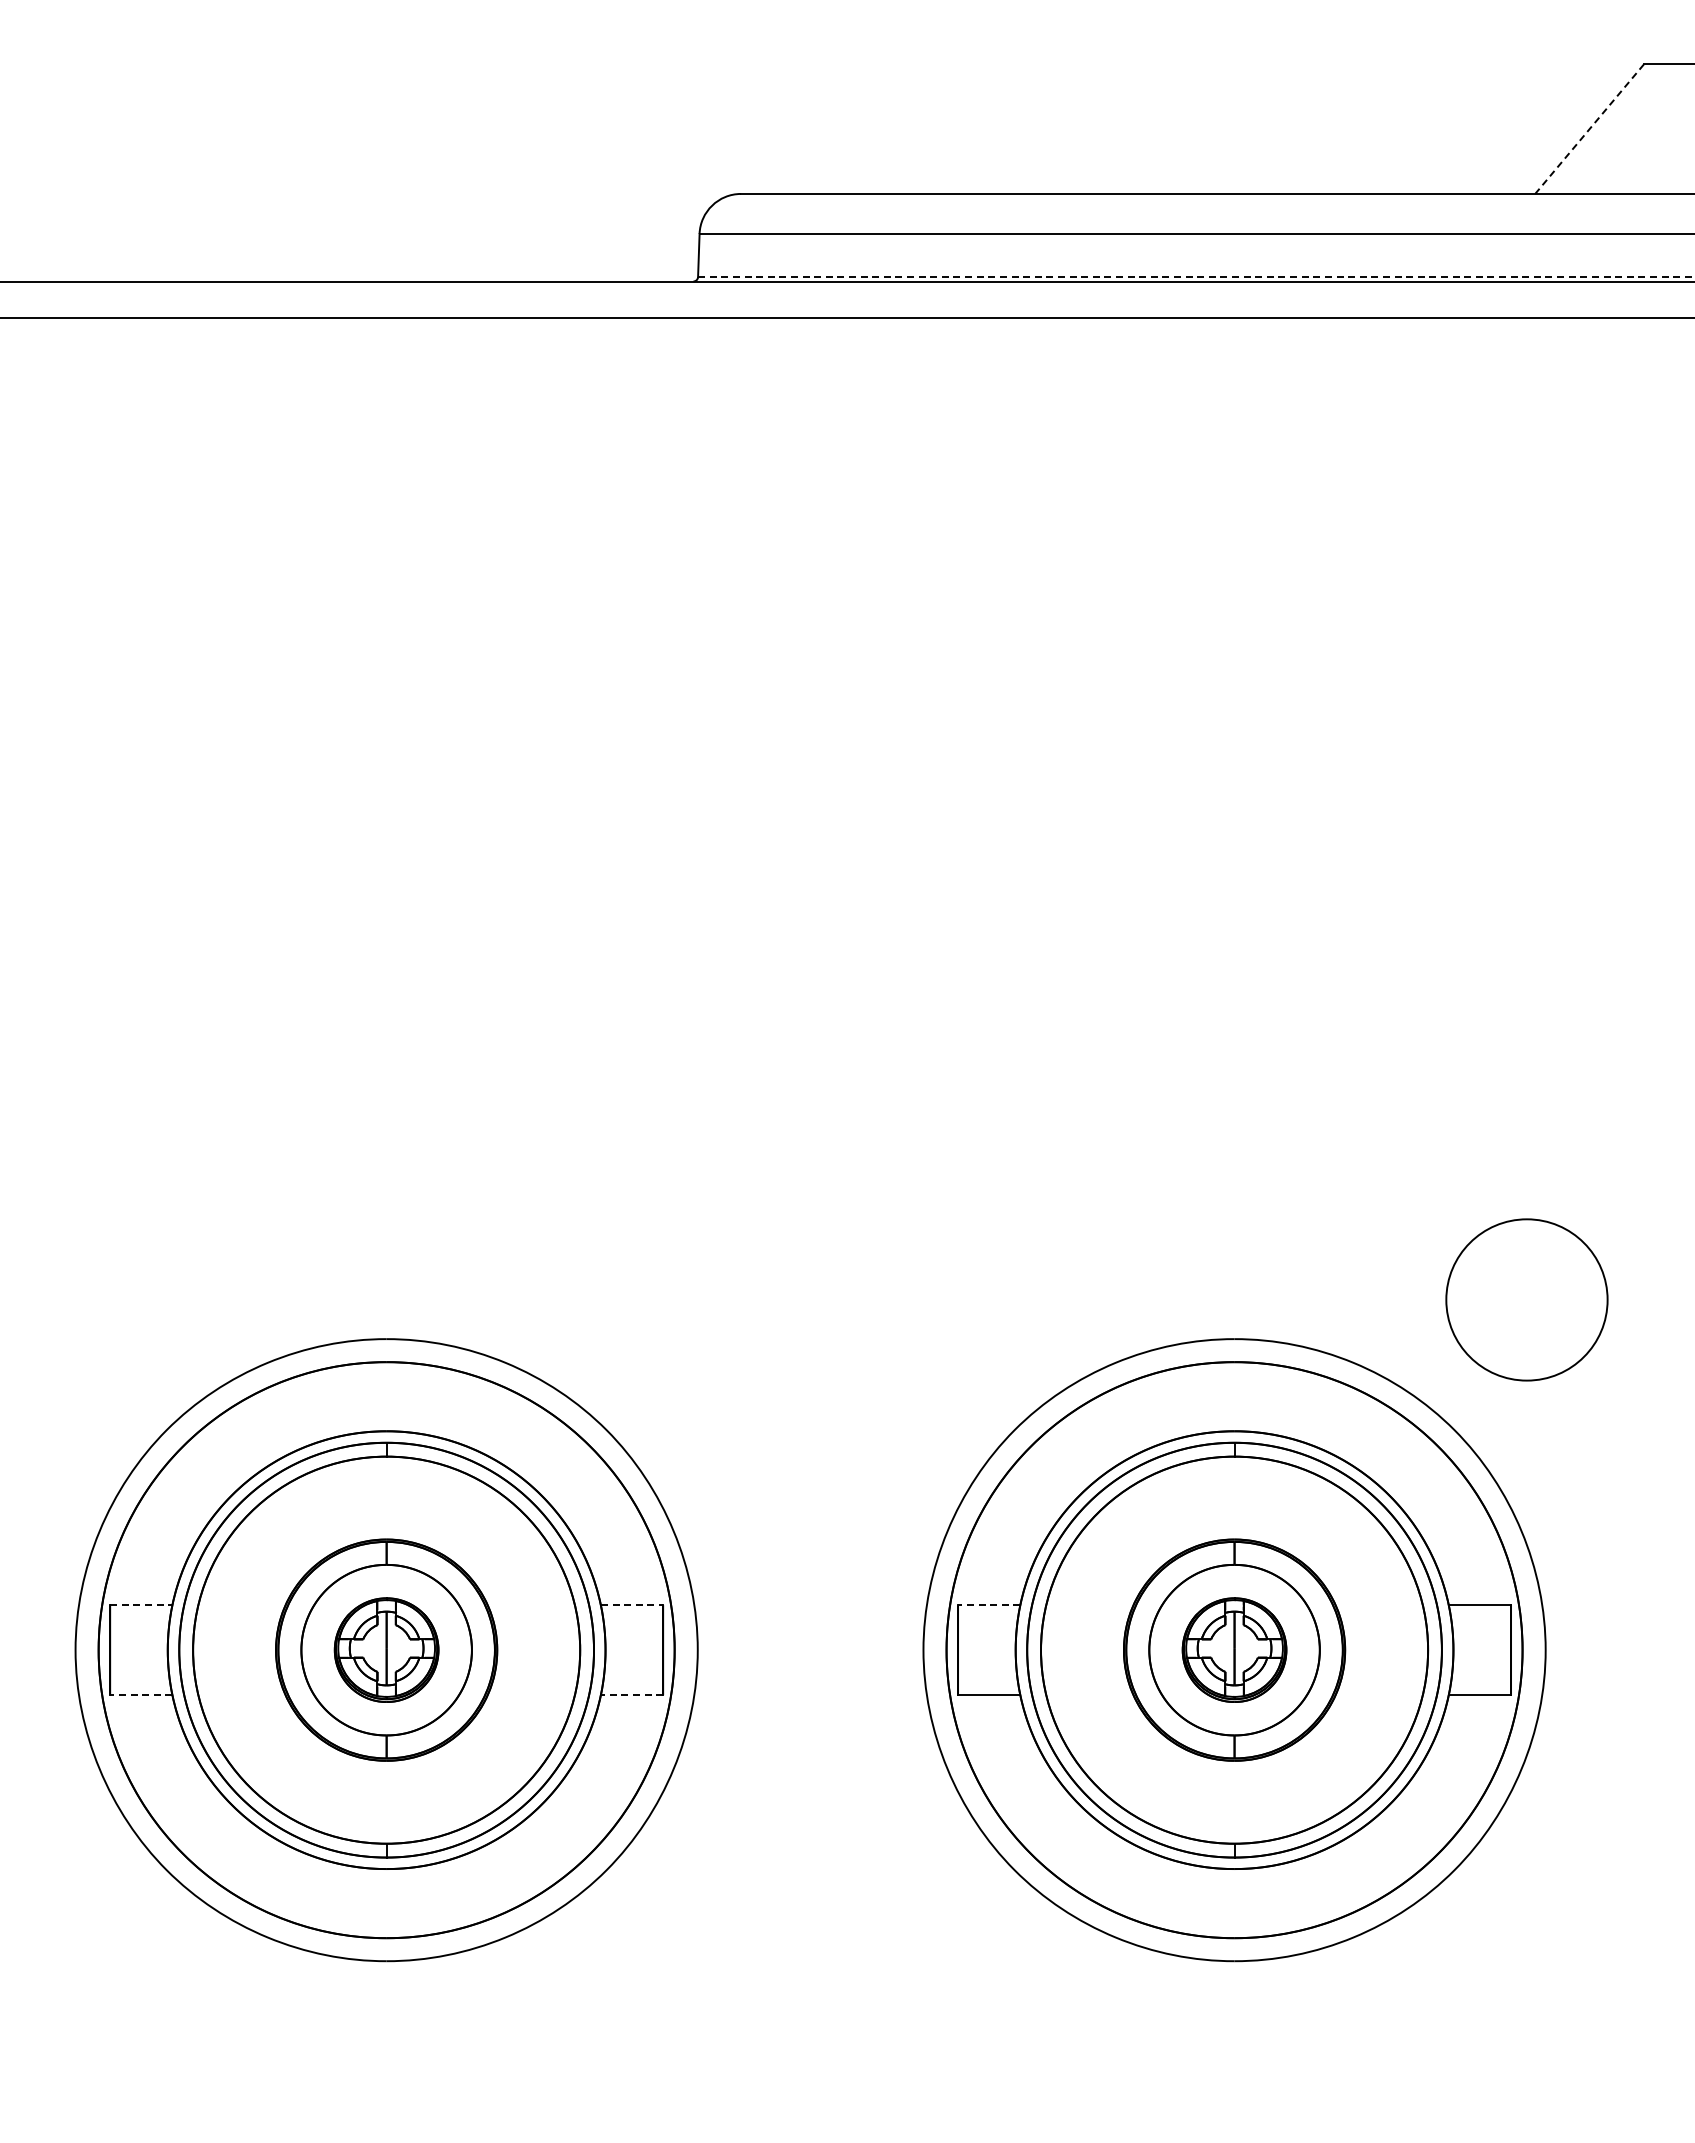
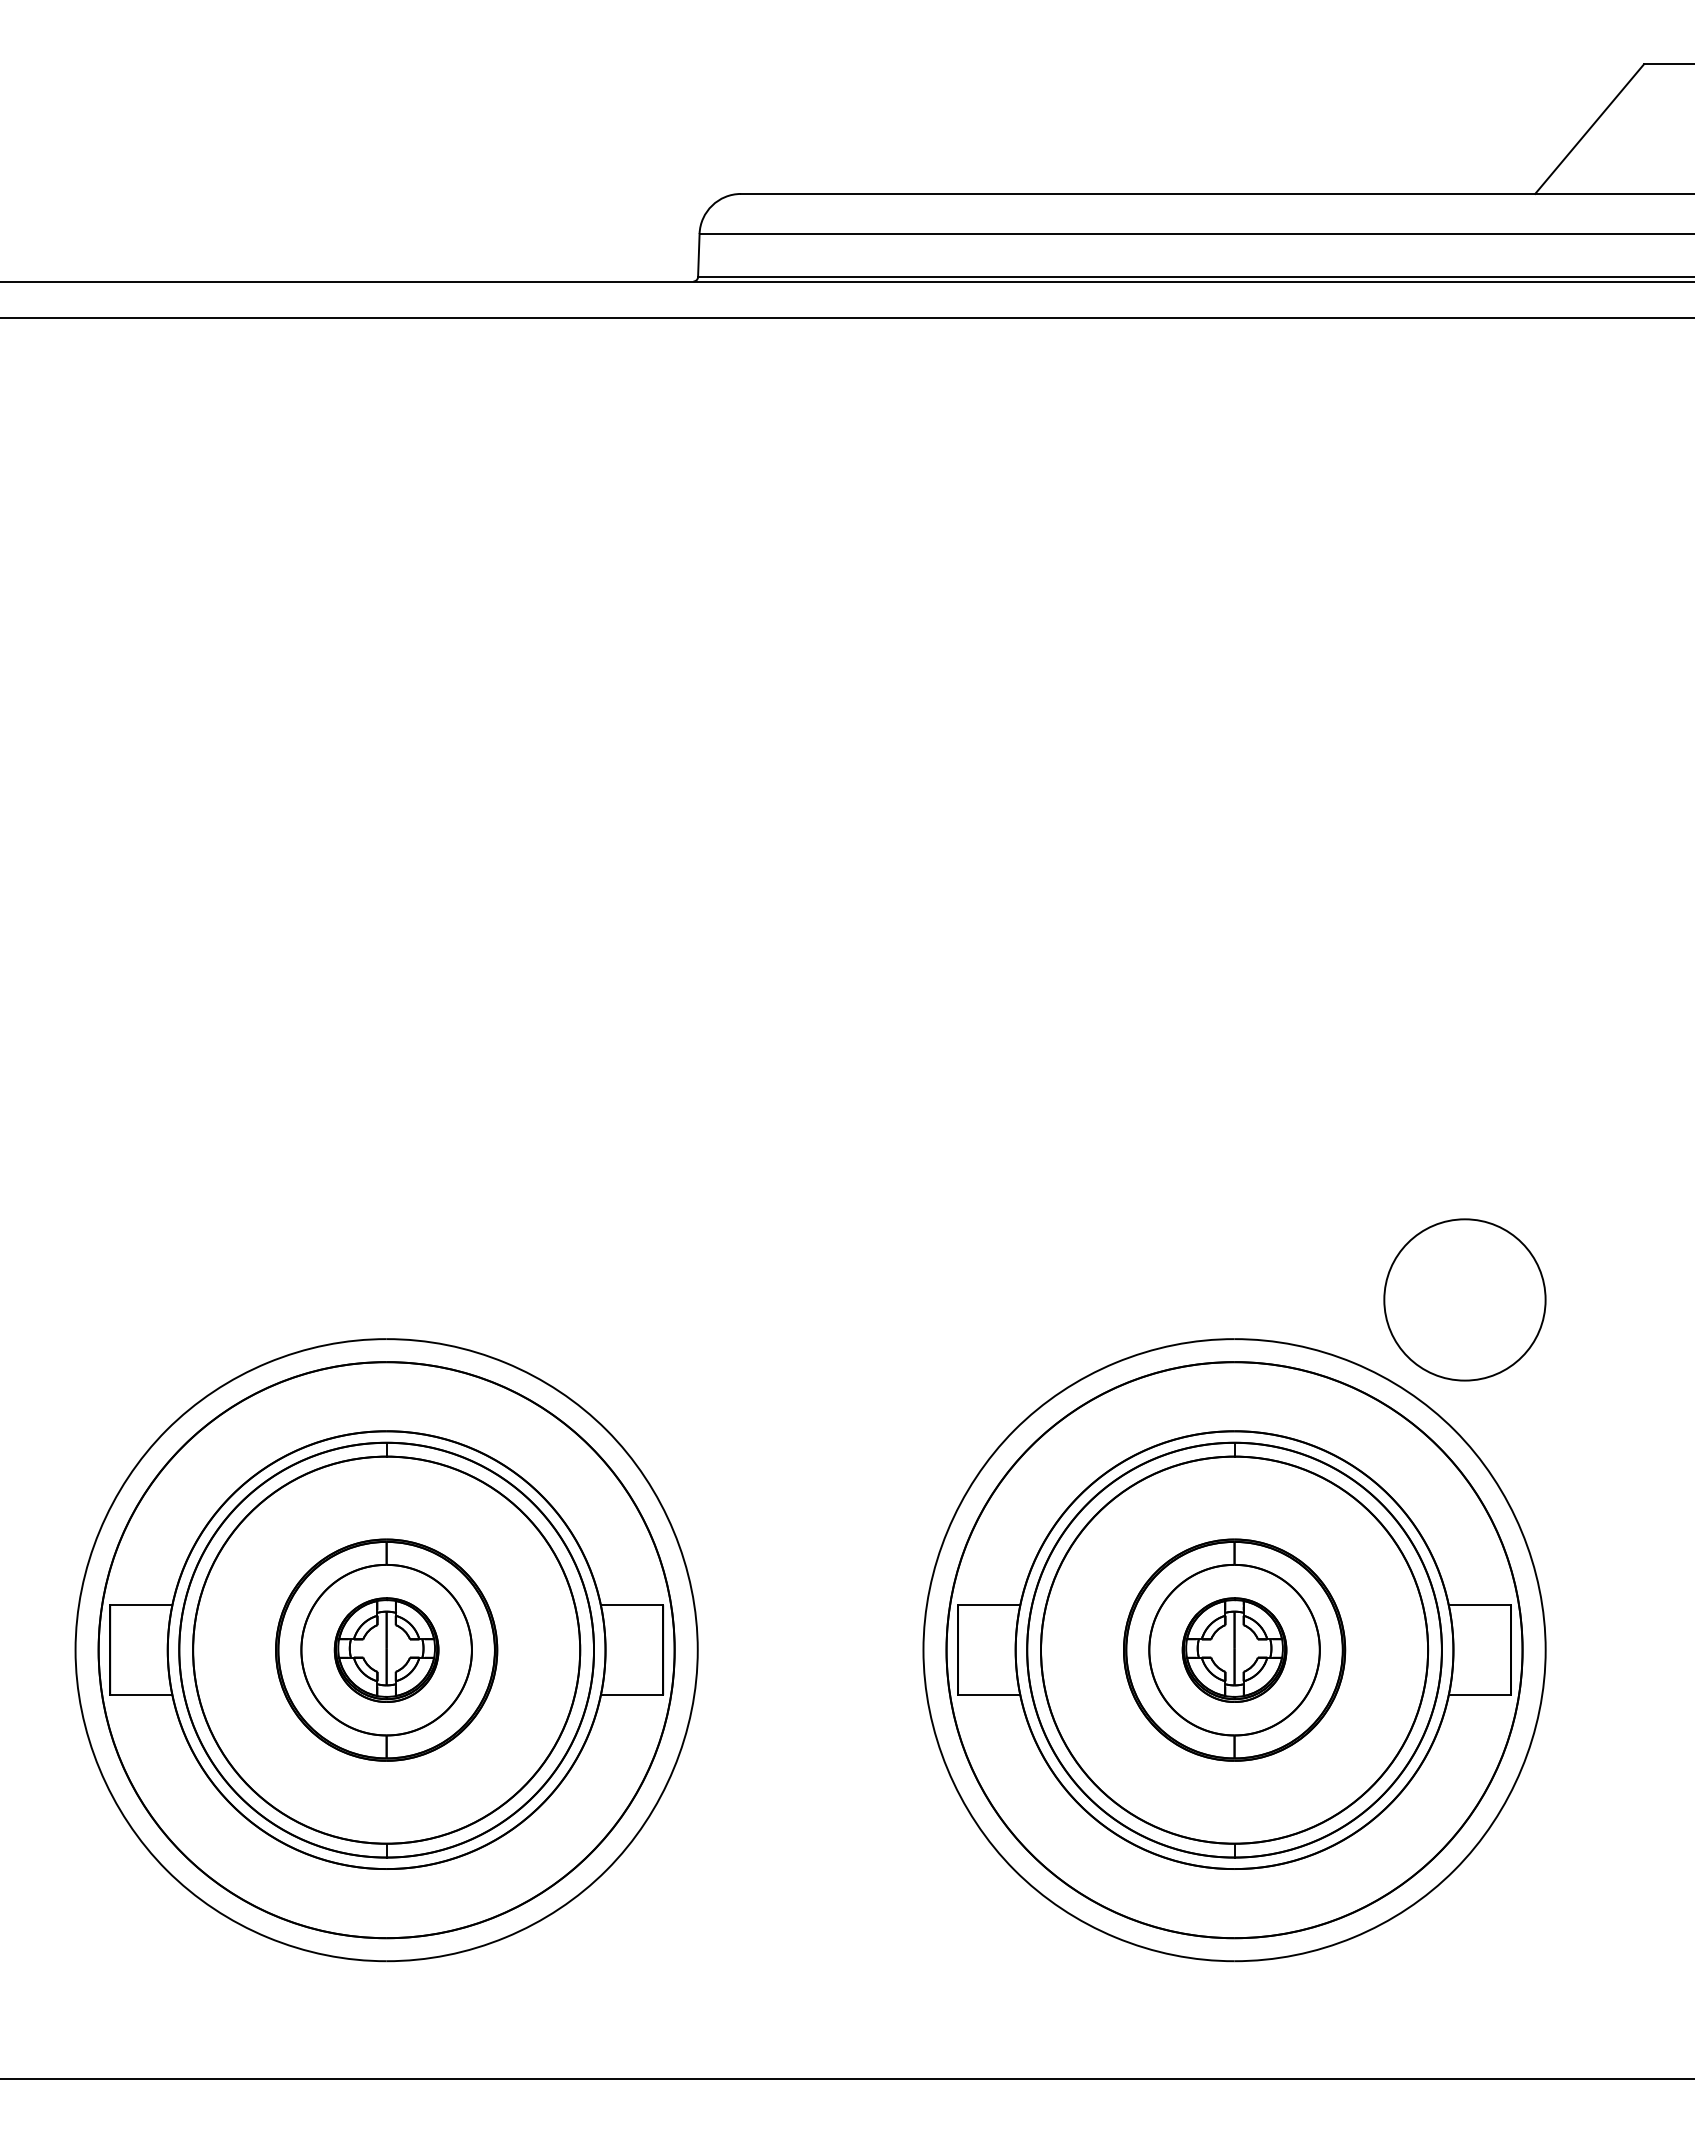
line at (1589, 129): dashed -> solid
line at (1196, 277): dashed -> solid
circle at (1526, 1299) position: (1526, 1299) -> (1464, 1299)
line at (141, 1605): dashed -> solid
line at (632, 1605): dashed -> solid
line at (988, 1605): dashed -> solid
line at (140, 1695): dashed -> solid
line at (631, 1695): dashed -> solid
line at (846, 2078): none -> present
